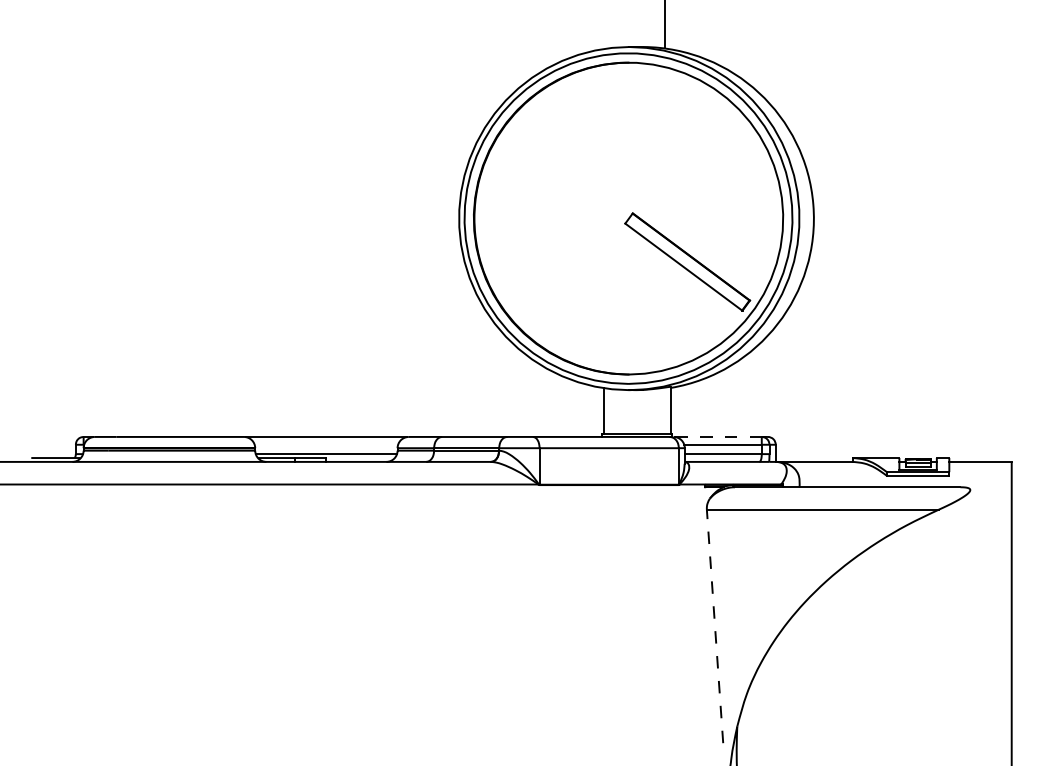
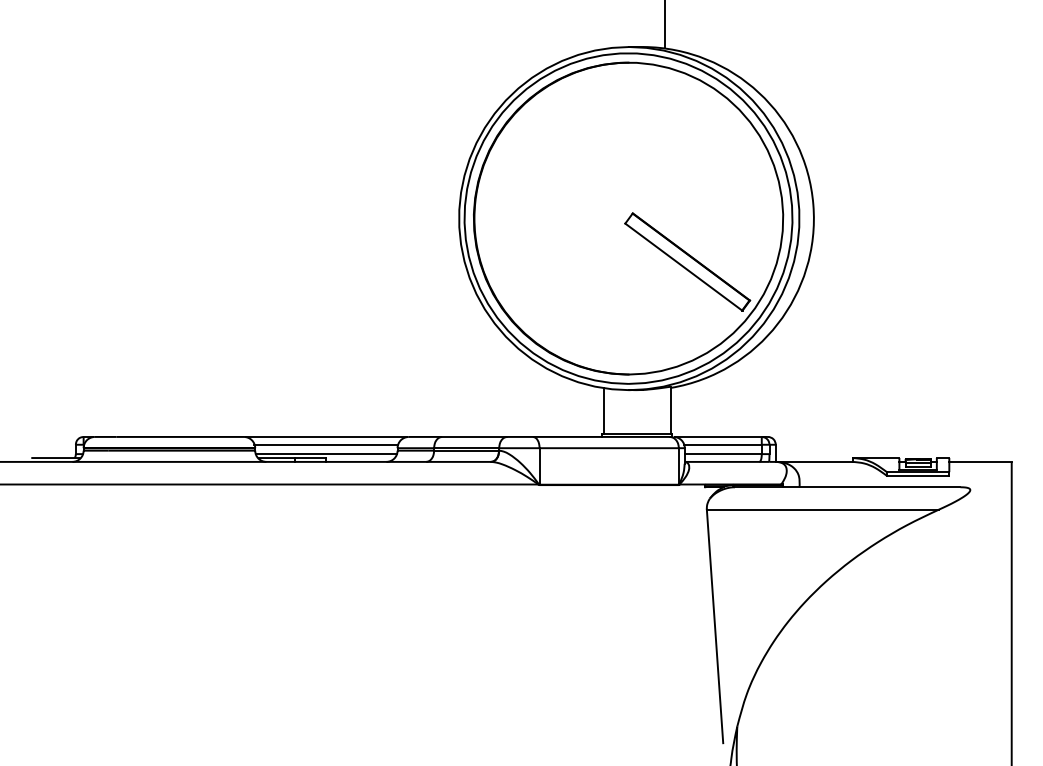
line at (718, 436): dashed -> solid
line at (326, 444): none -> present
line at (715, 625): dashed -> solid
